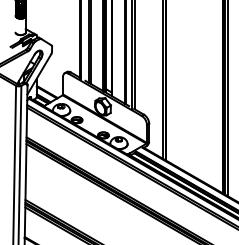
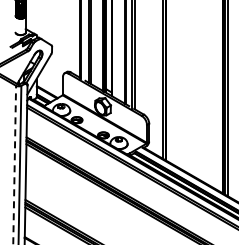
line at (14, 164): solid -> dashed
